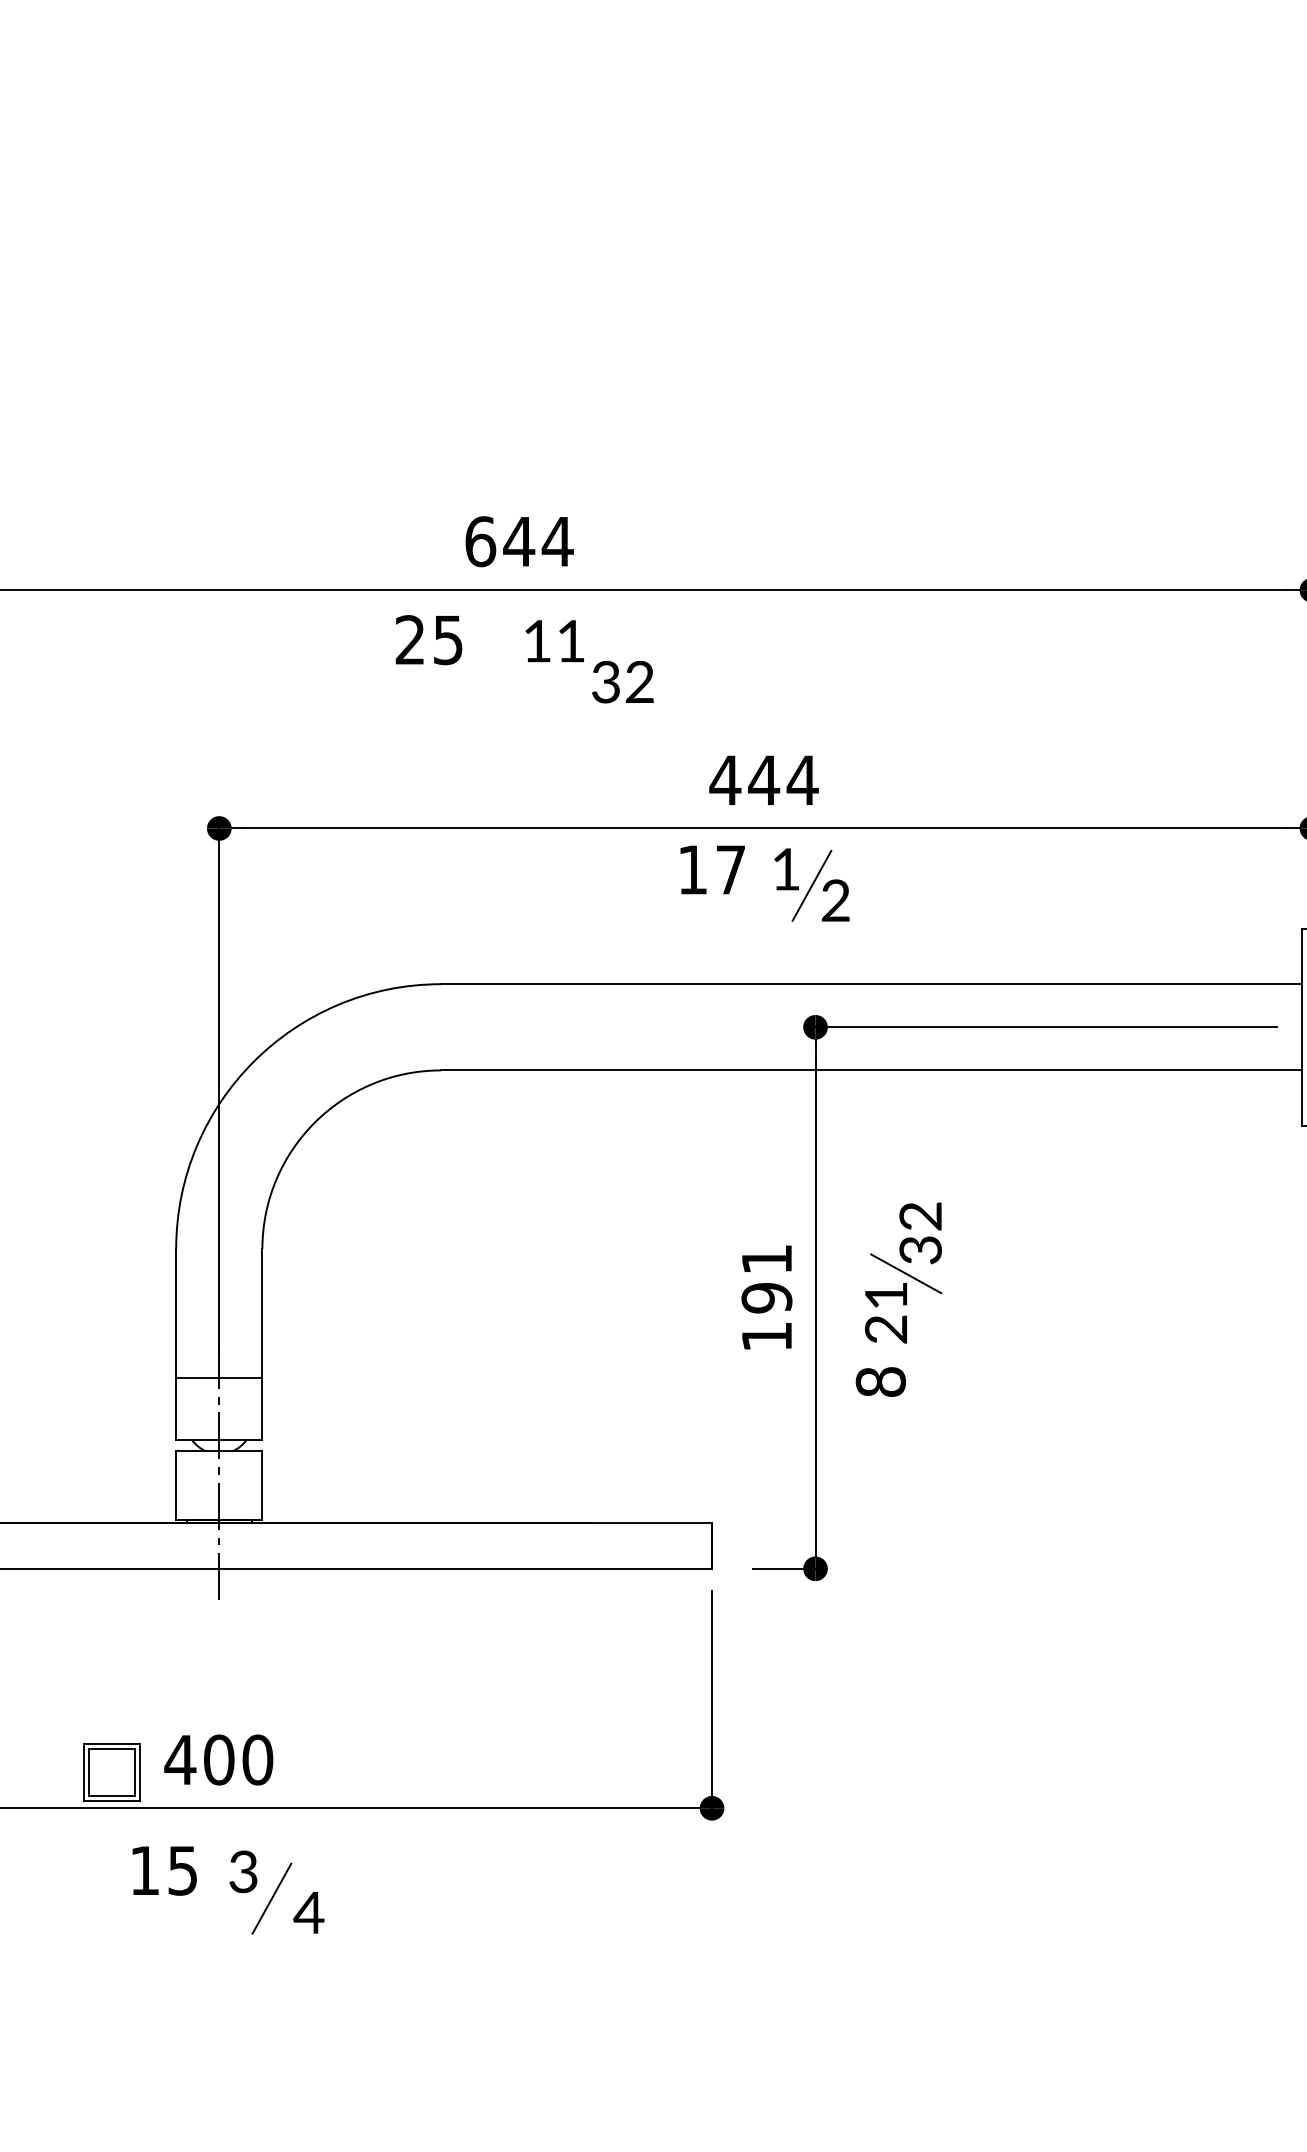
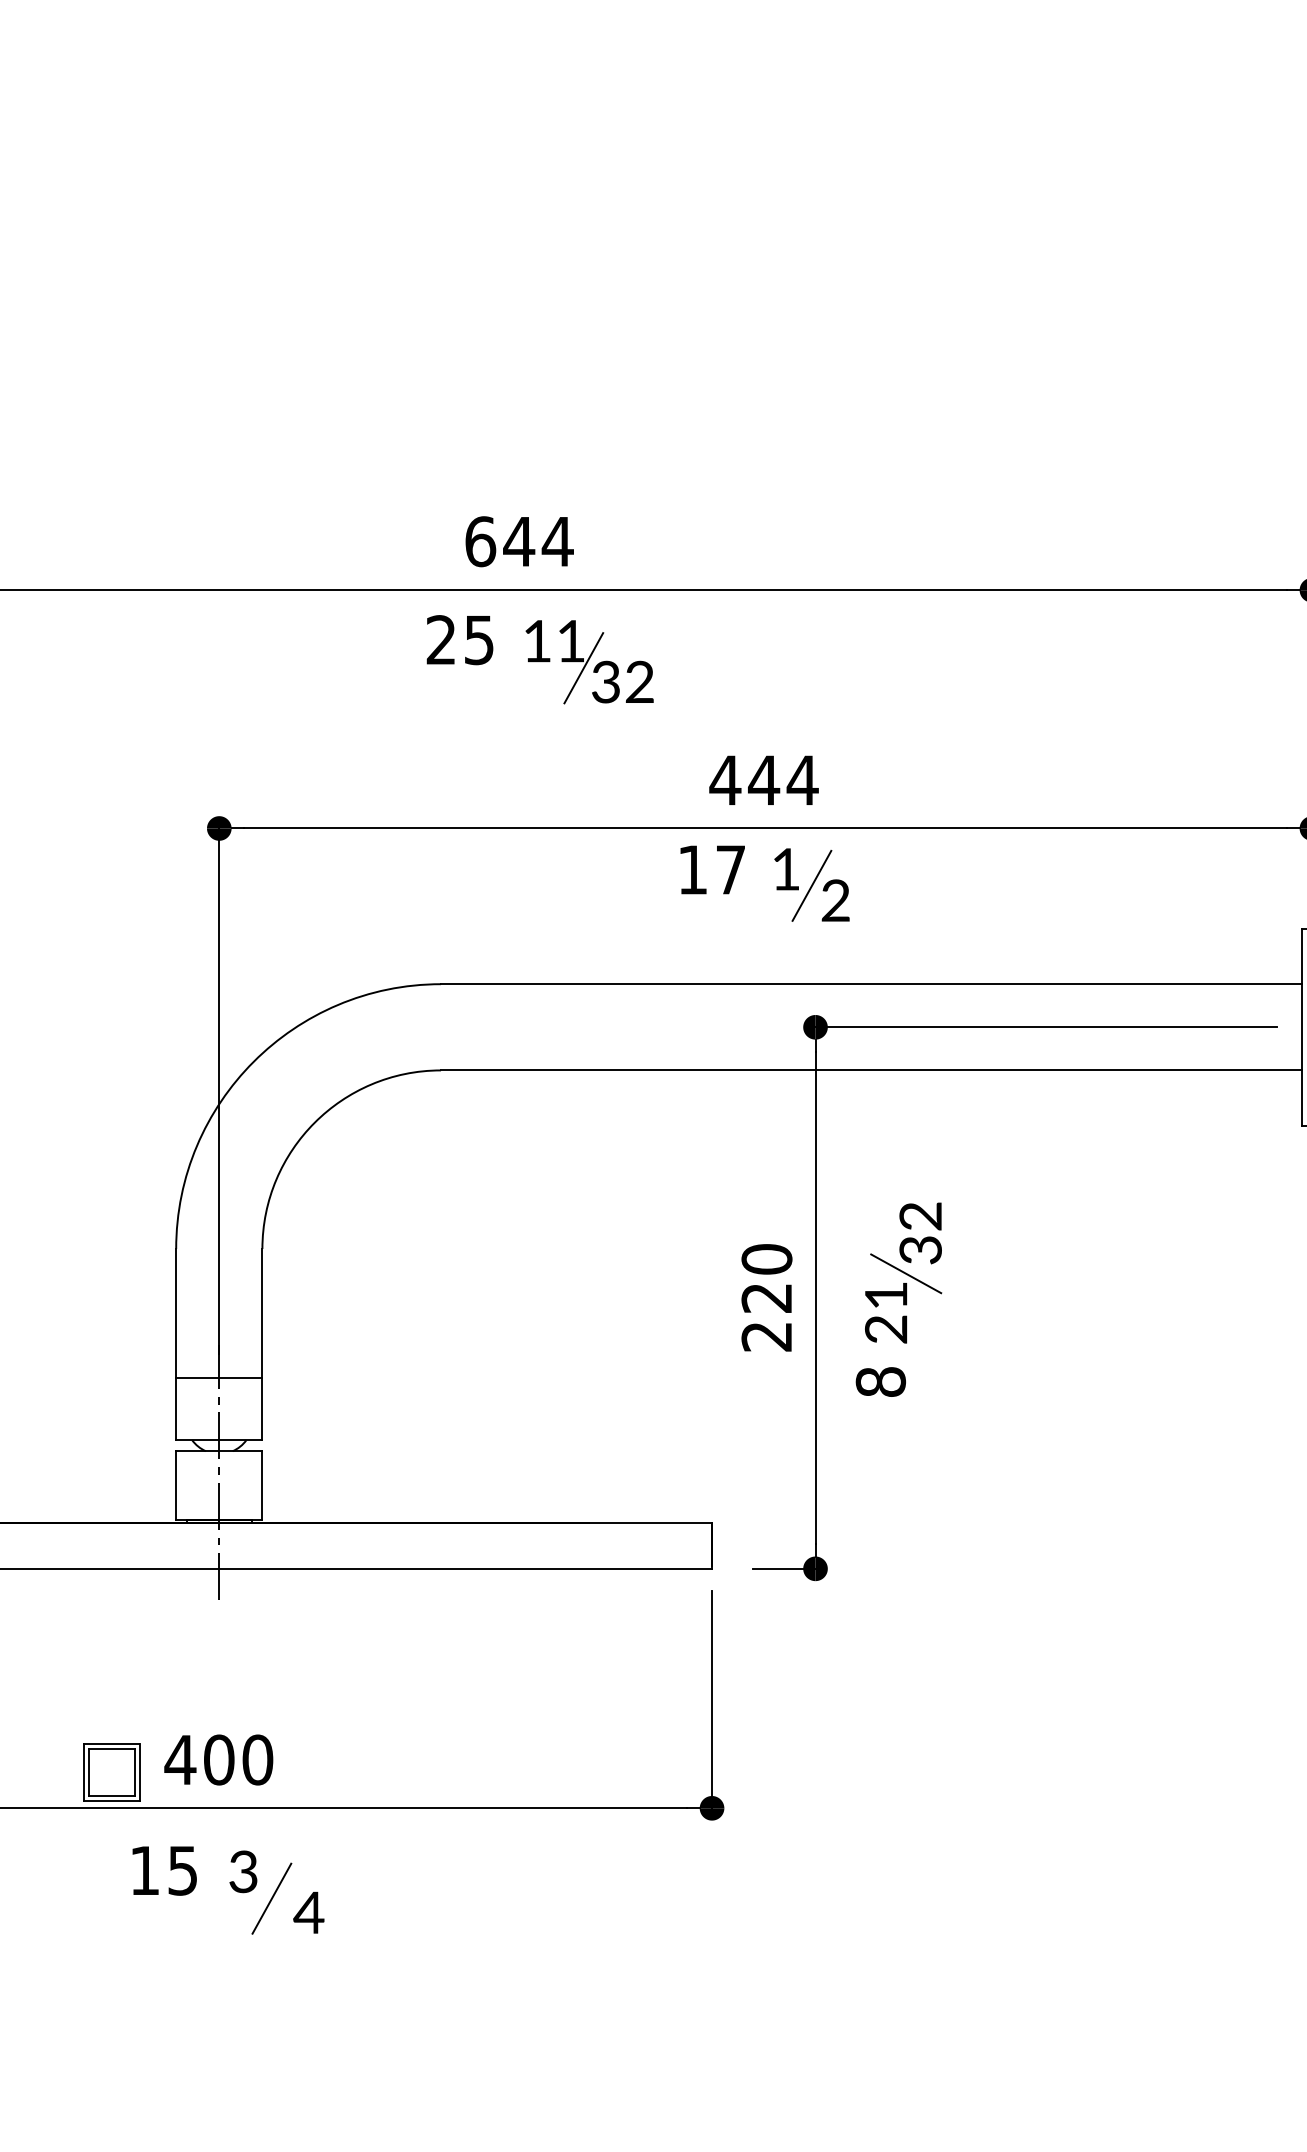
text at (428, 640) position: (428, 640) -> (459, 640)
line at (583, 668): none -> present
text at (766, 1297): 191 -> 220
